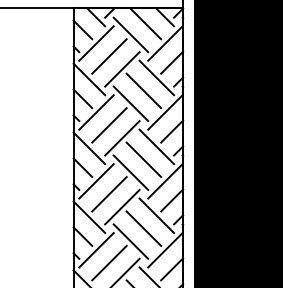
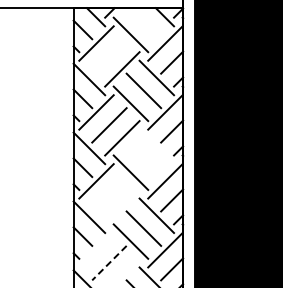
line at (145, 23): present -> none
line at (109, 56): present -> none
line at (156, 146): present -> none
line at (143, 159): present -> none
line at (109, 194): present -> none
line at (122, 206): present -> none
line at (96, 250): present -> none
line at (109, 263): solid -> dashed
line at (126, 271): present -> none
